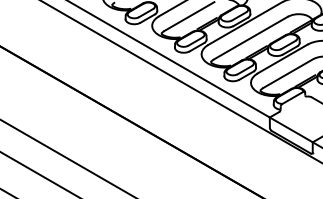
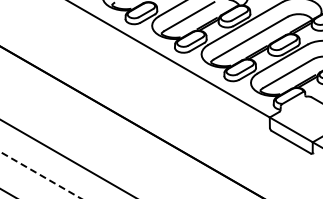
line at (181, 81): present -> none
line at (40, 175): solid -> dashed
